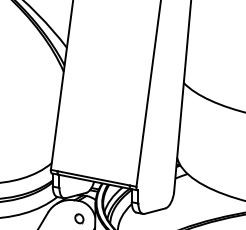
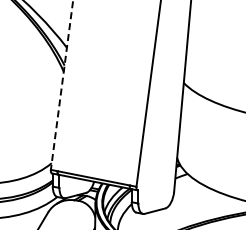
line at (61, 85): solid -> dashed
part at (79, 218): present -> none
